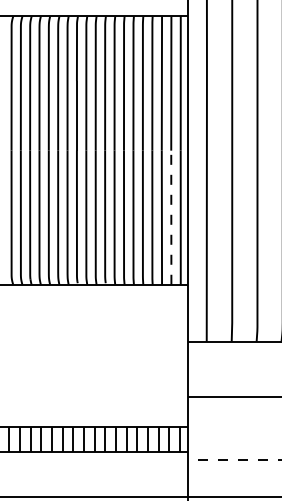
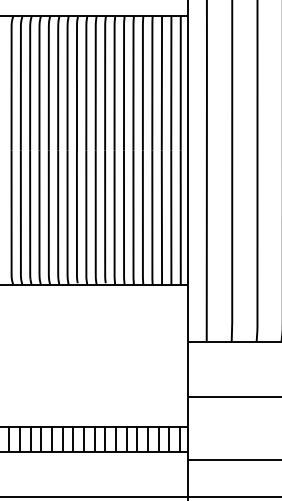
line at (171, 217): dashed -> solid
line at (234, 459): dashed -> solid
